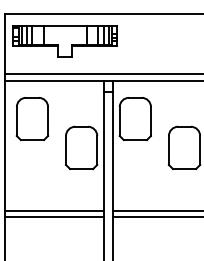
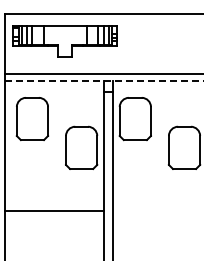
line at (104, 80): solid -> dashed
line at (156, 210): present -> none
line at (54, 217): present -> none
line at (156, 217): present -> none
